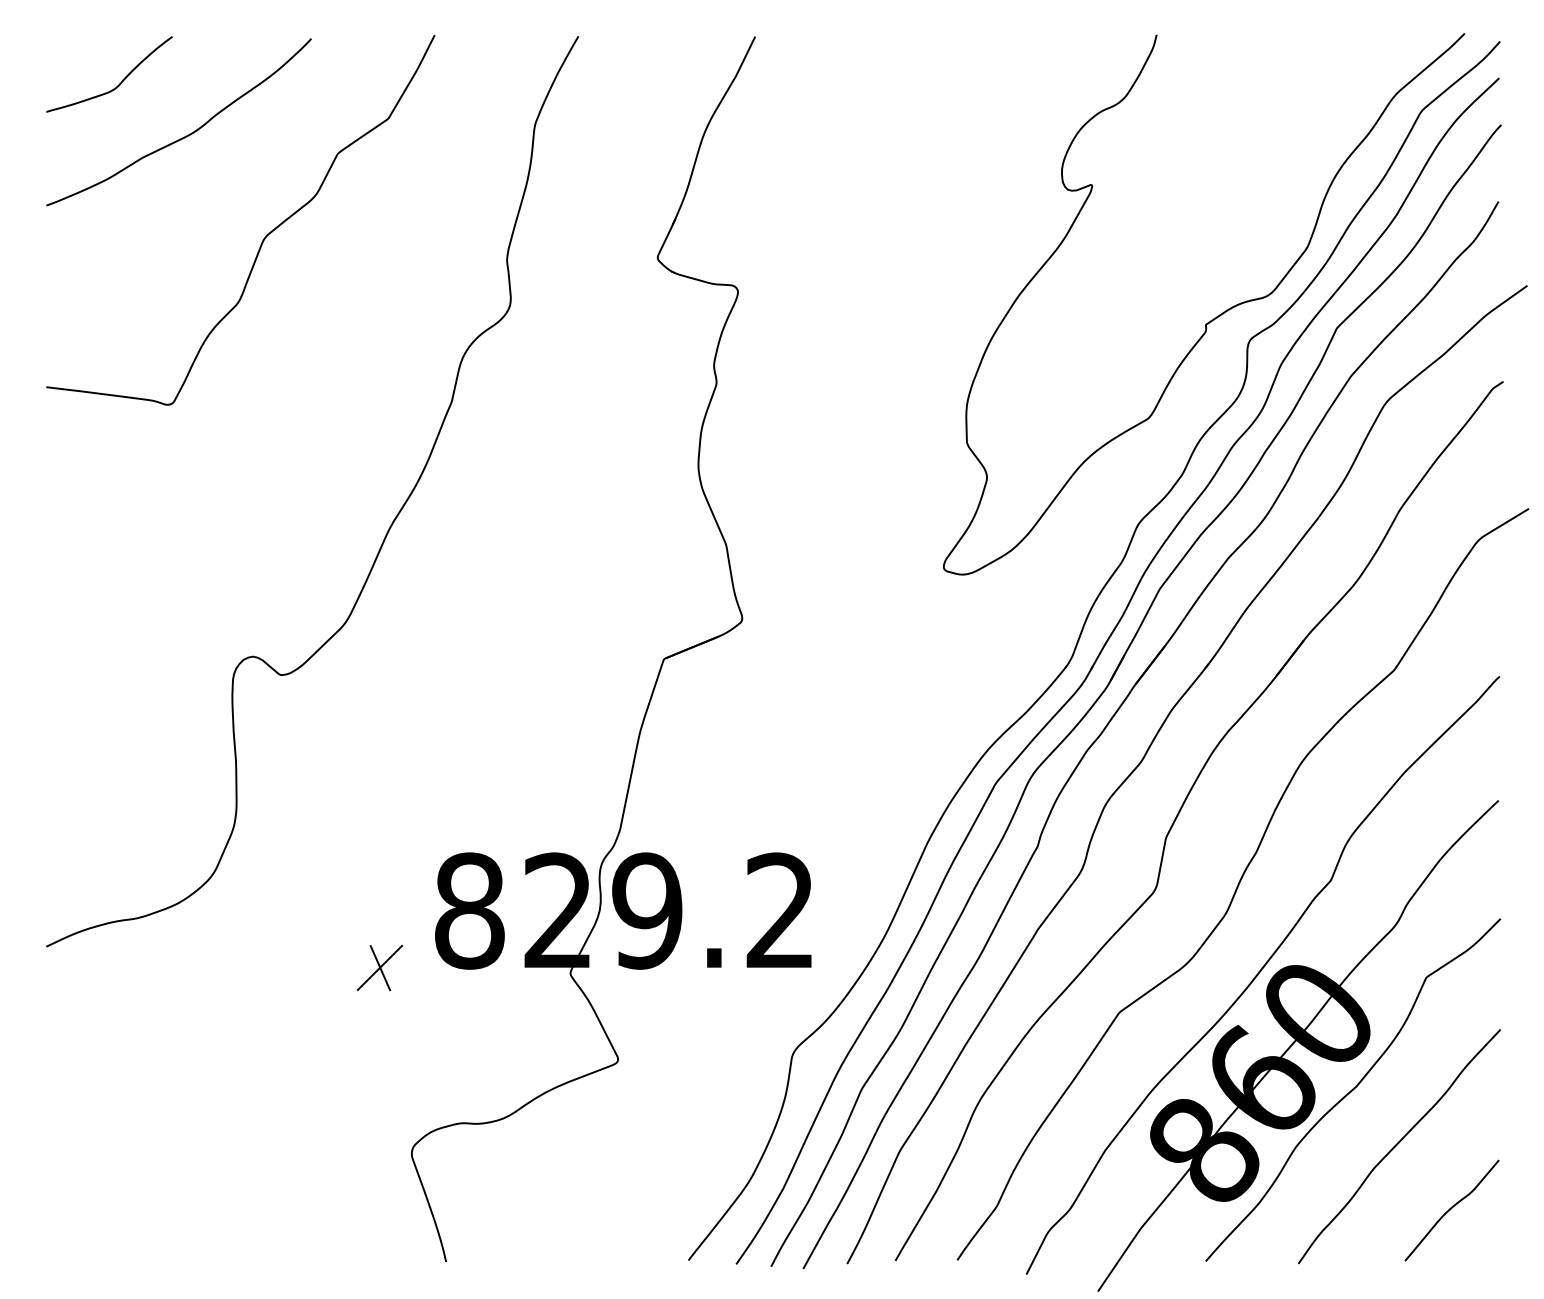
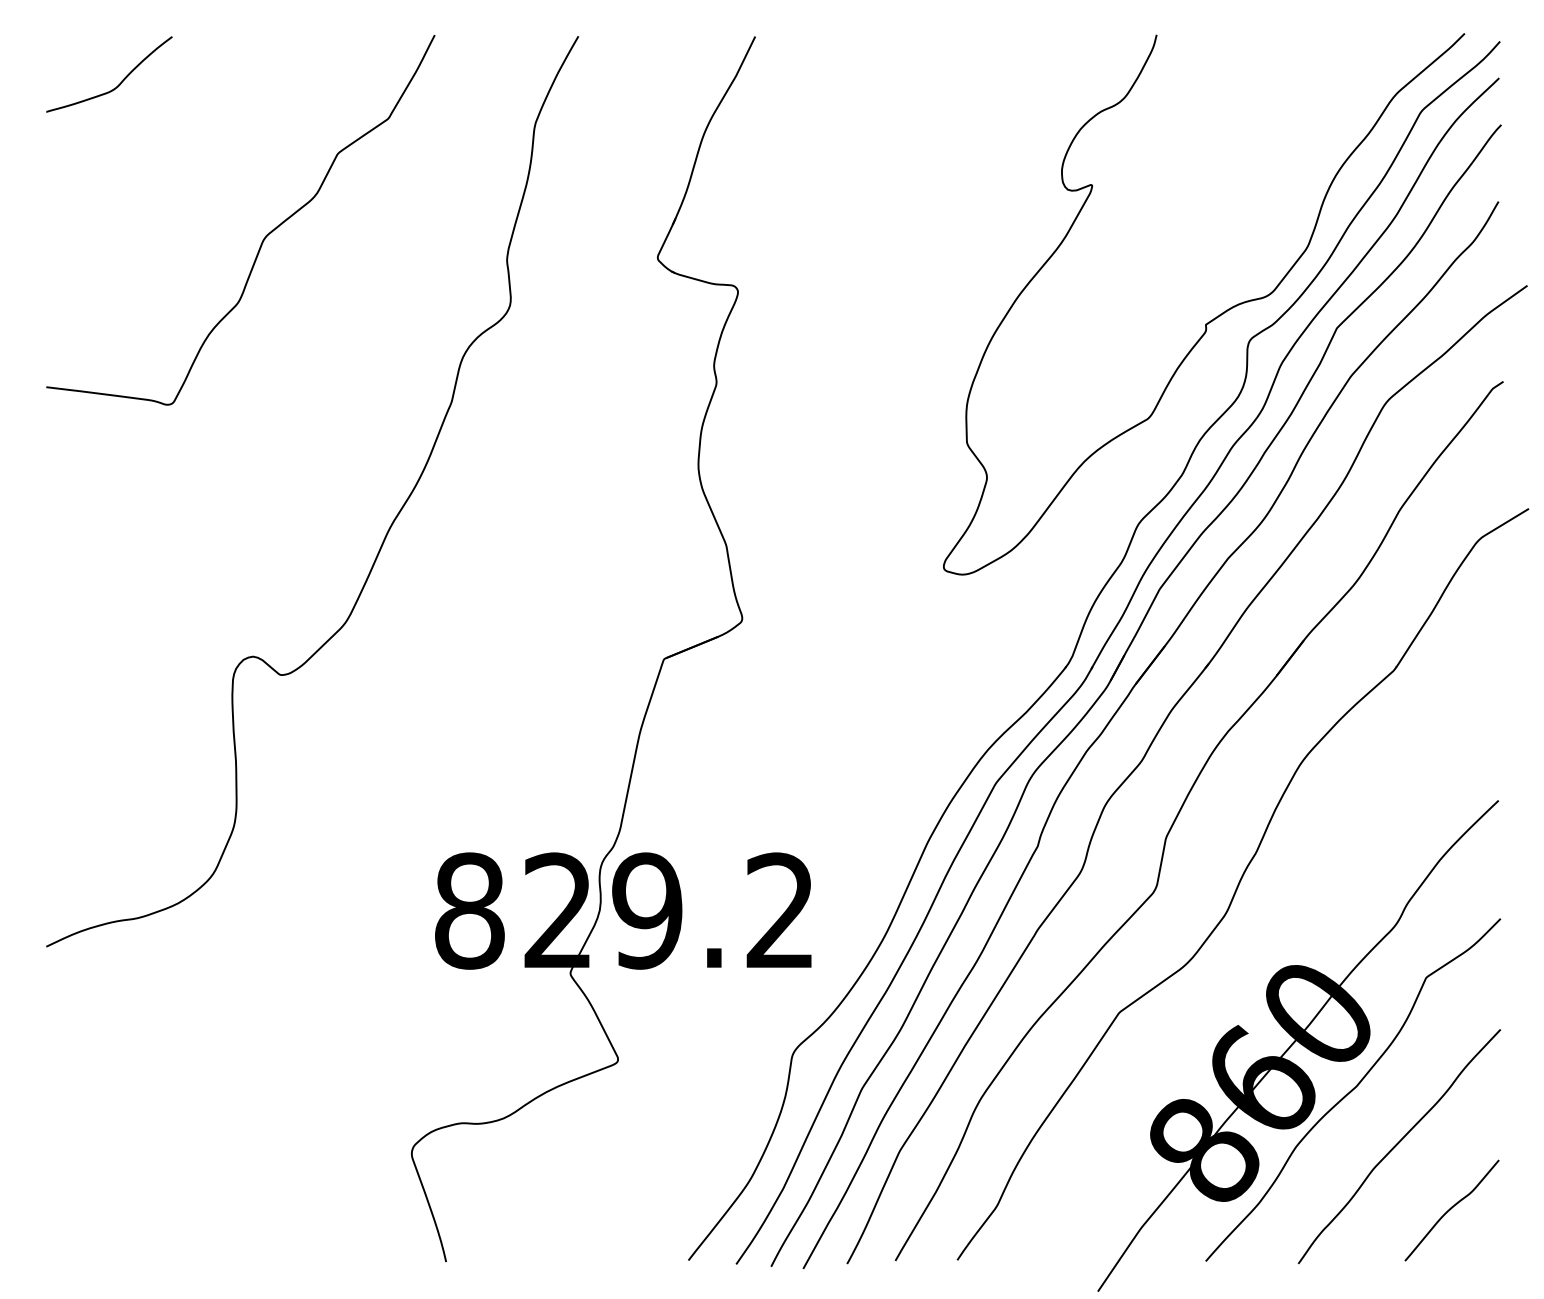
curve at (184, 136): present -> none
part at (379, 967): present -> none
curve at (1260, 972): present -> none
